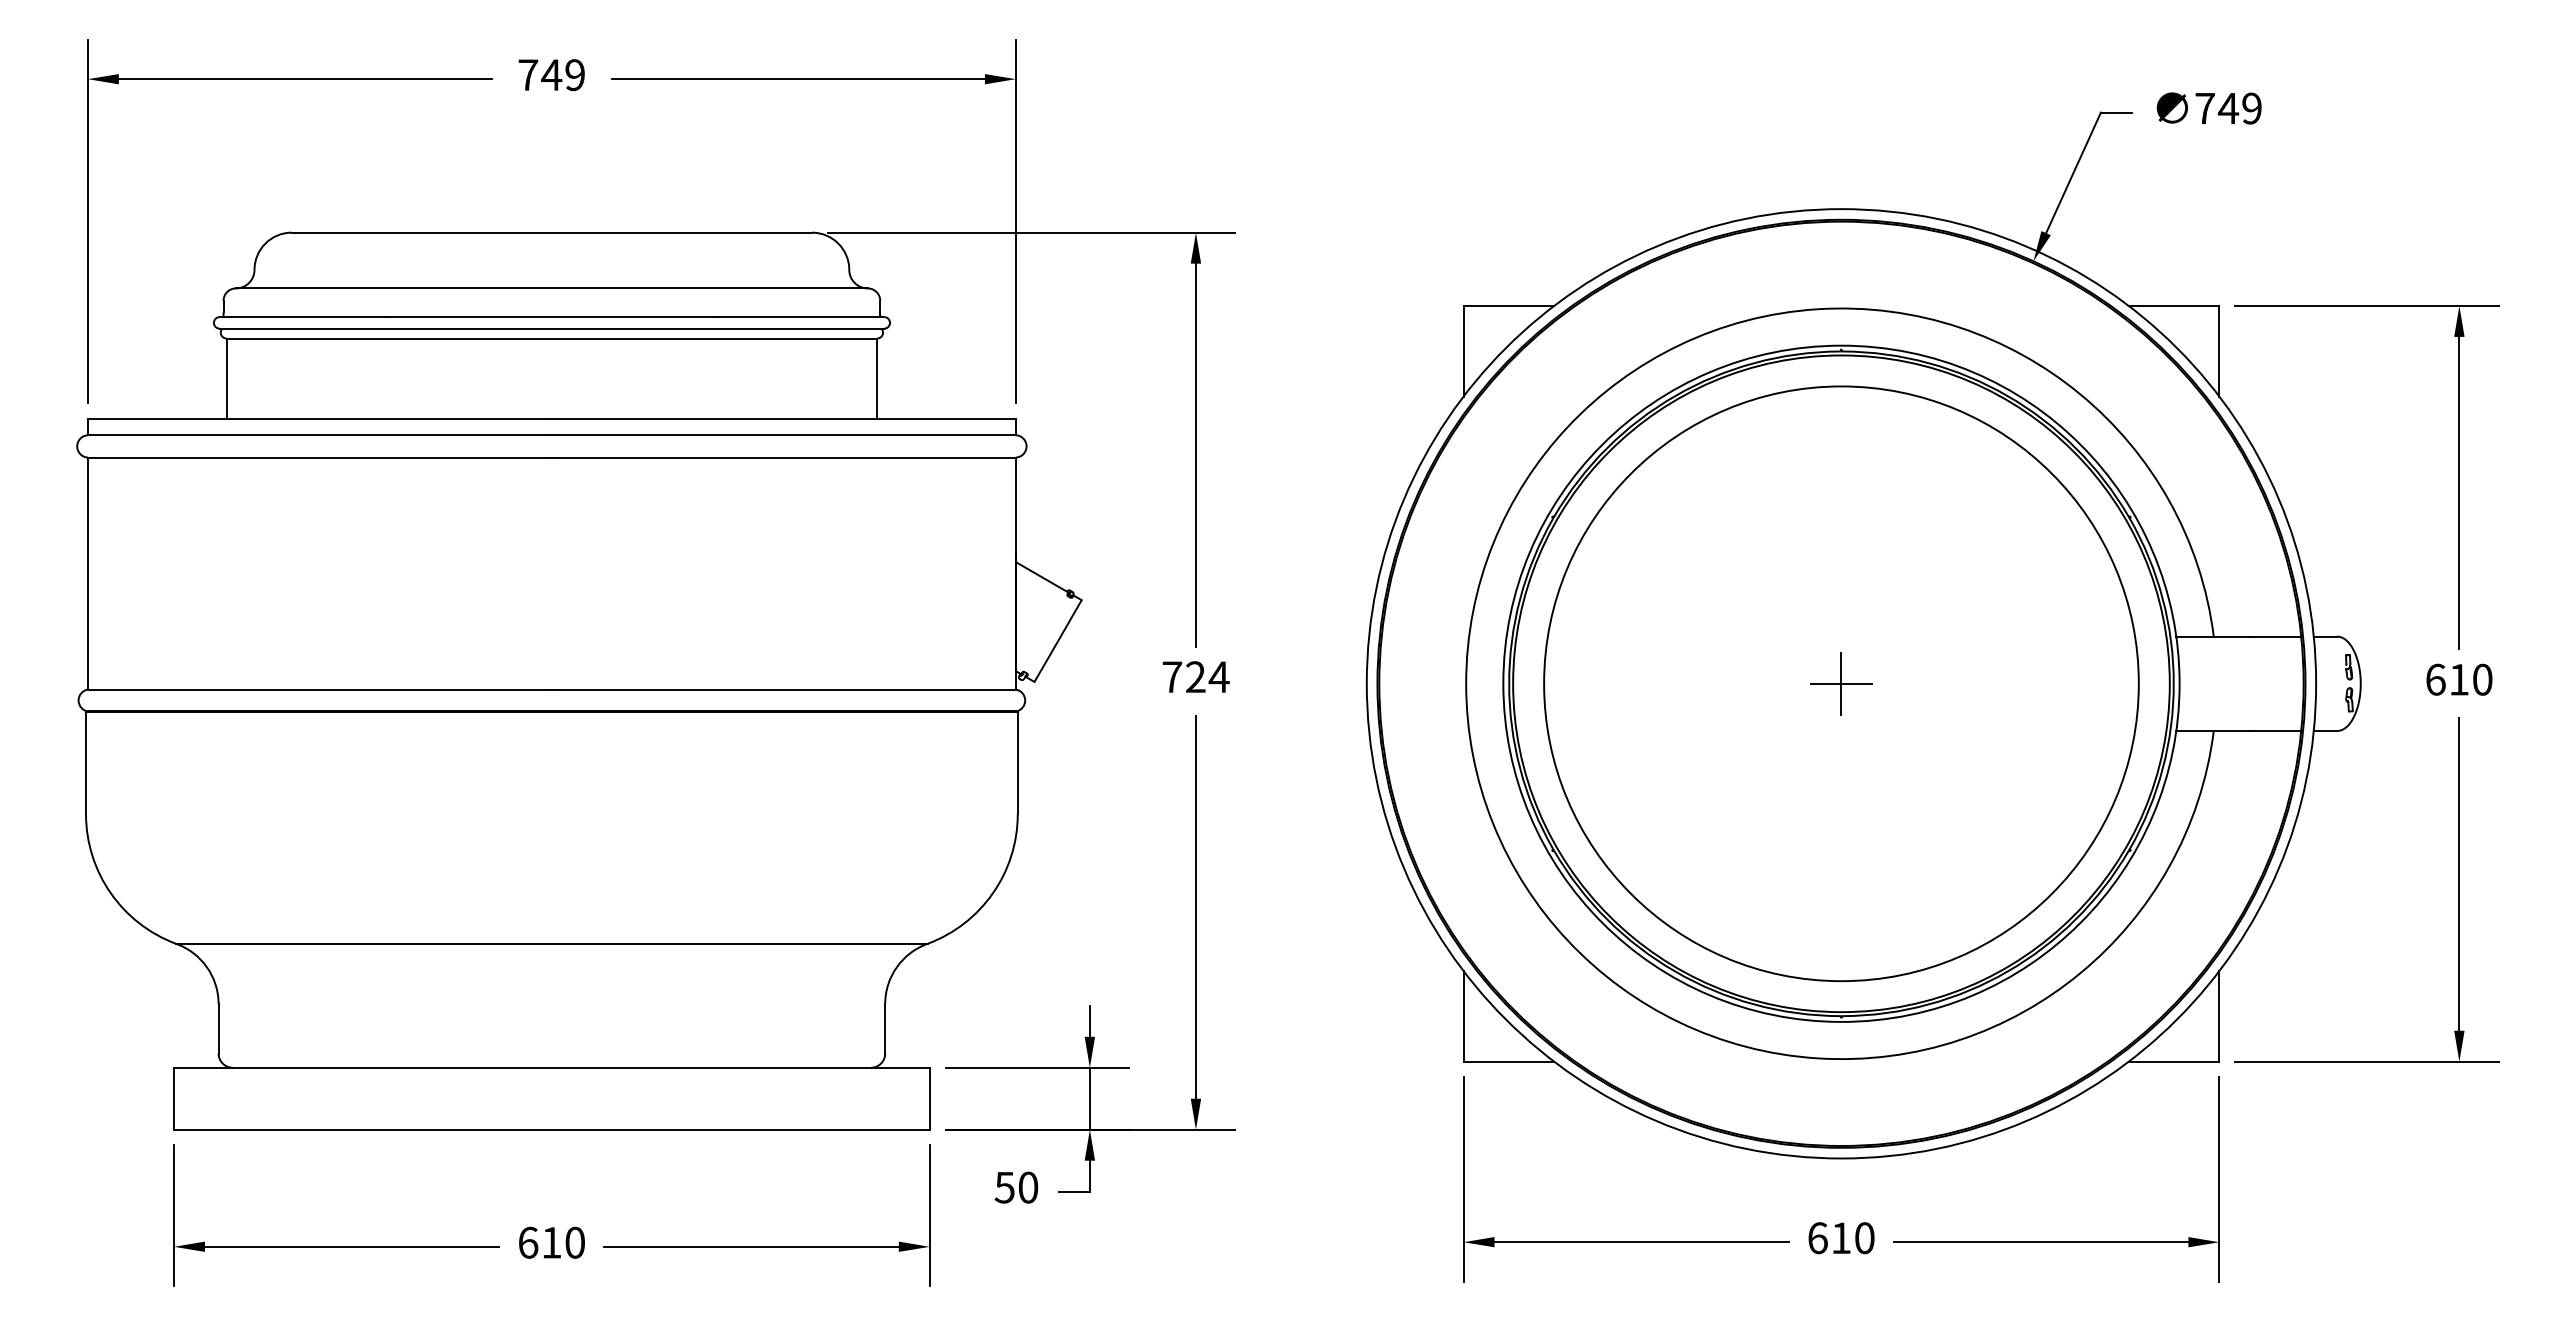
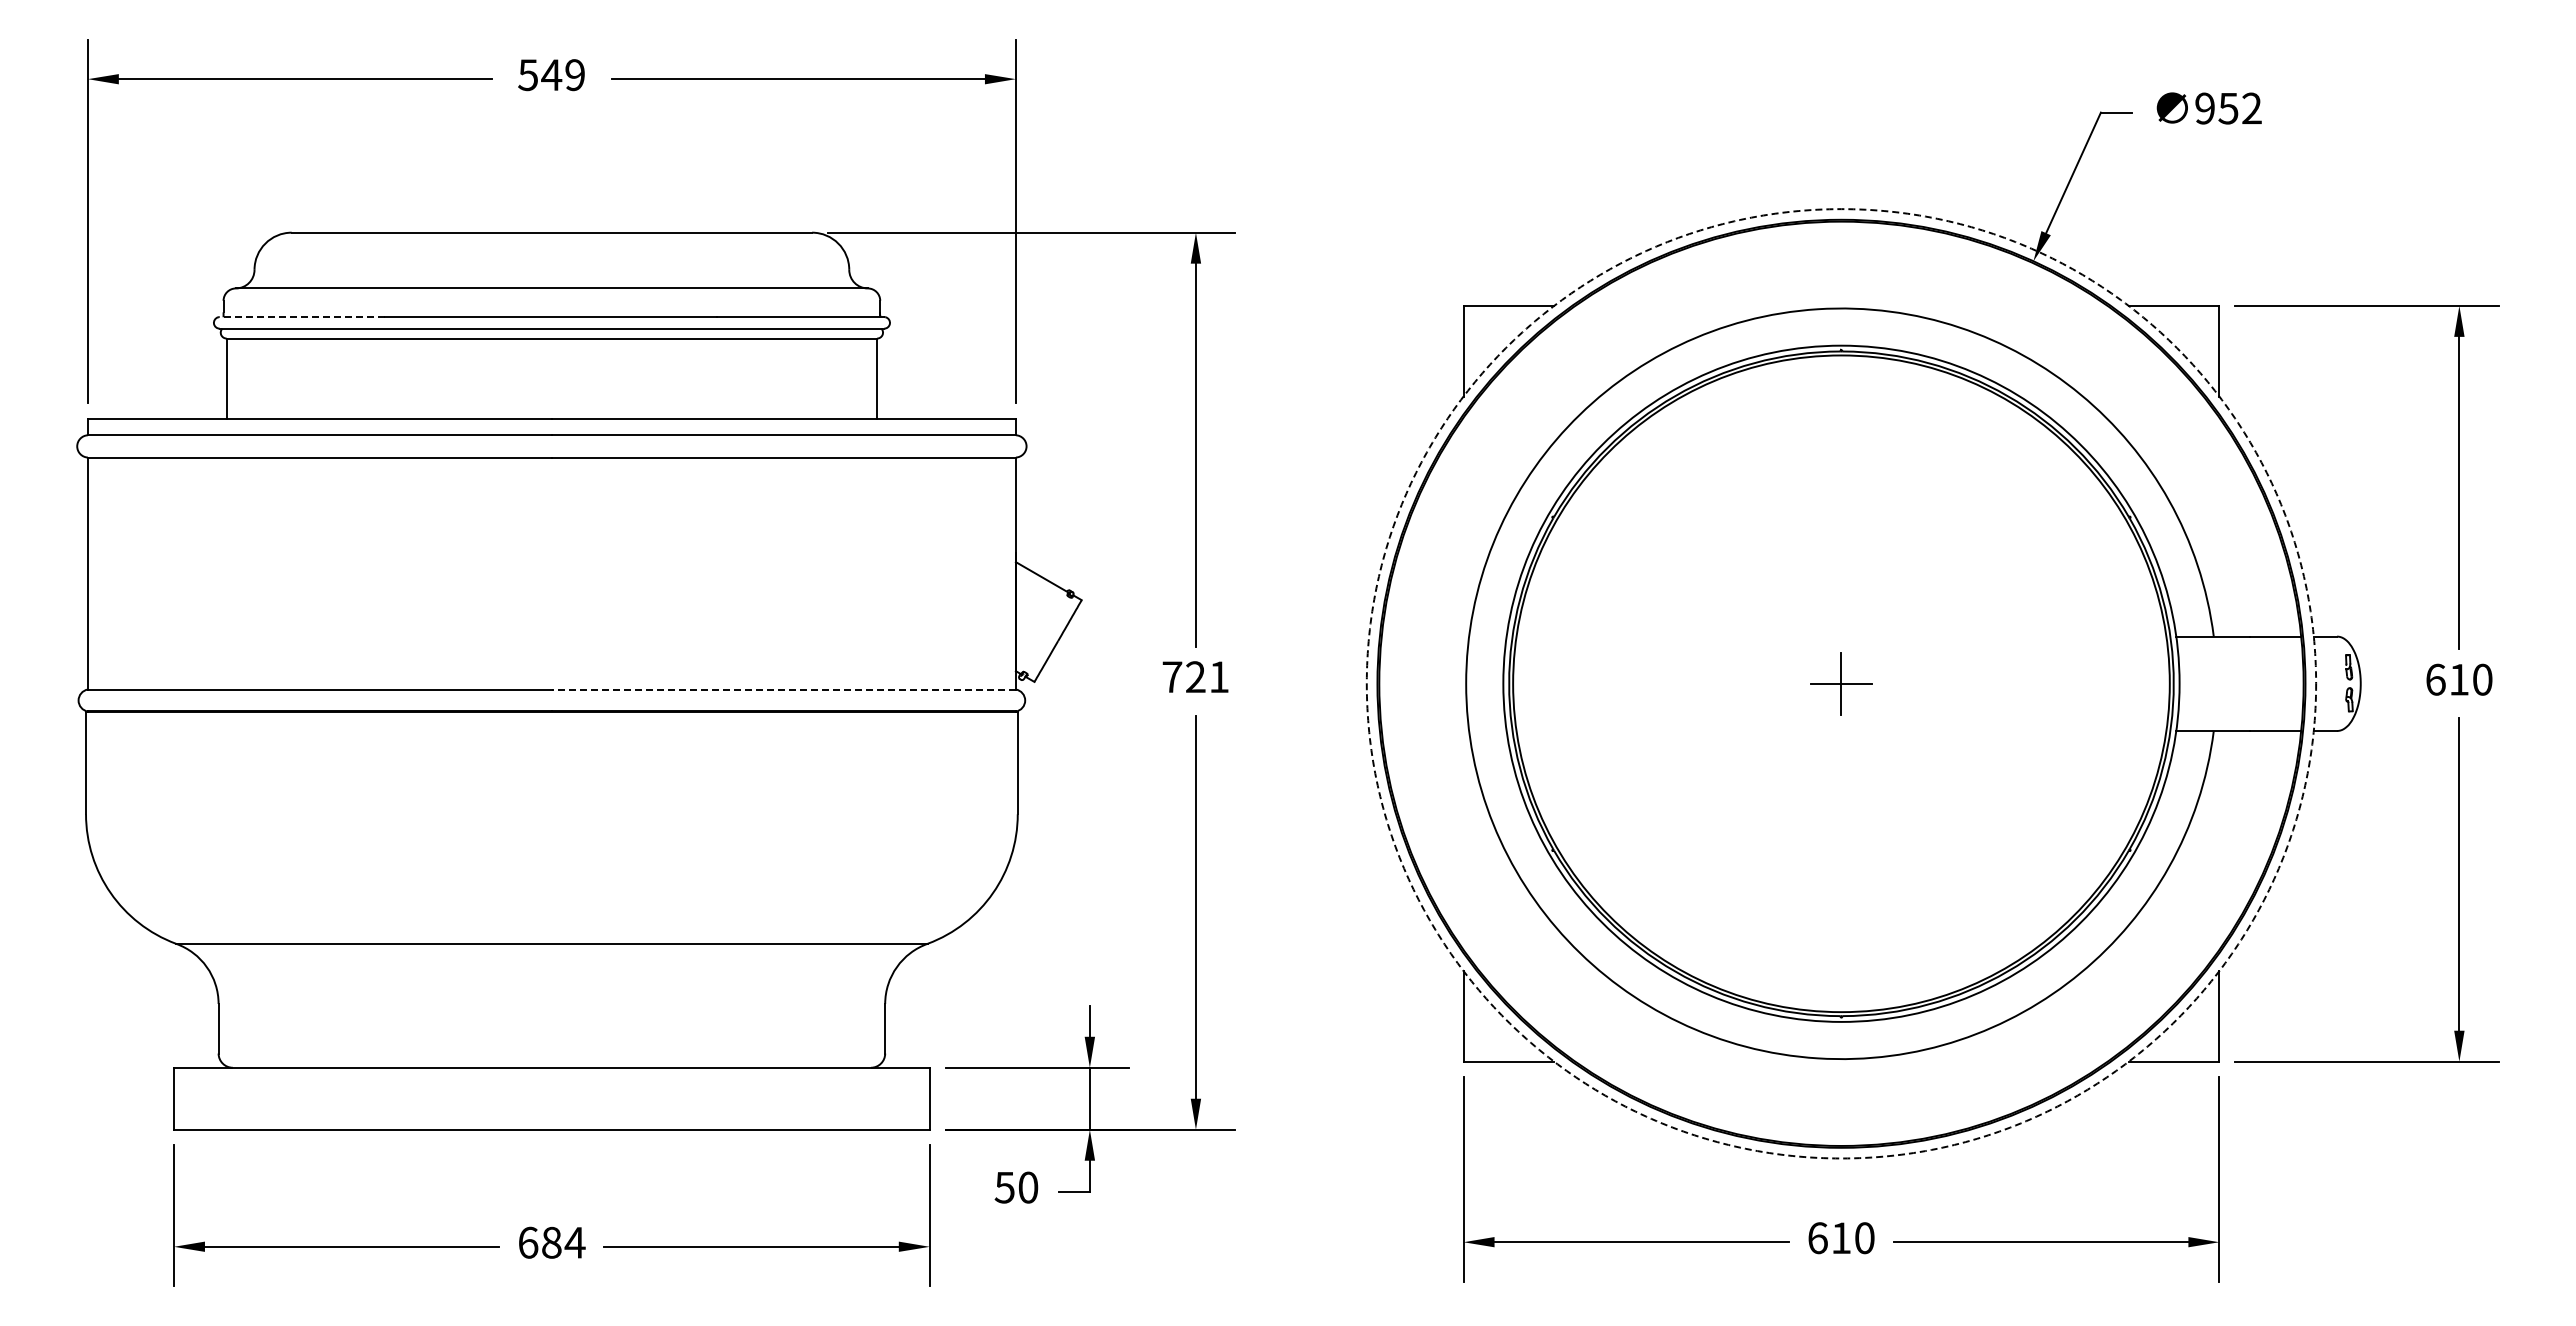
text at (528, 75): 749 -> 549
text at (2228, 108): 749 -> 952
line at (302, 317): solid -> dashed
text at (1218, 676): 724 -> 721
circle at (1841, 683): present -> none
circle at (1841, 683): solid -> dashed
line at (783, 689): solid -> dashed
text at (563, 1242): 610 -> 684
